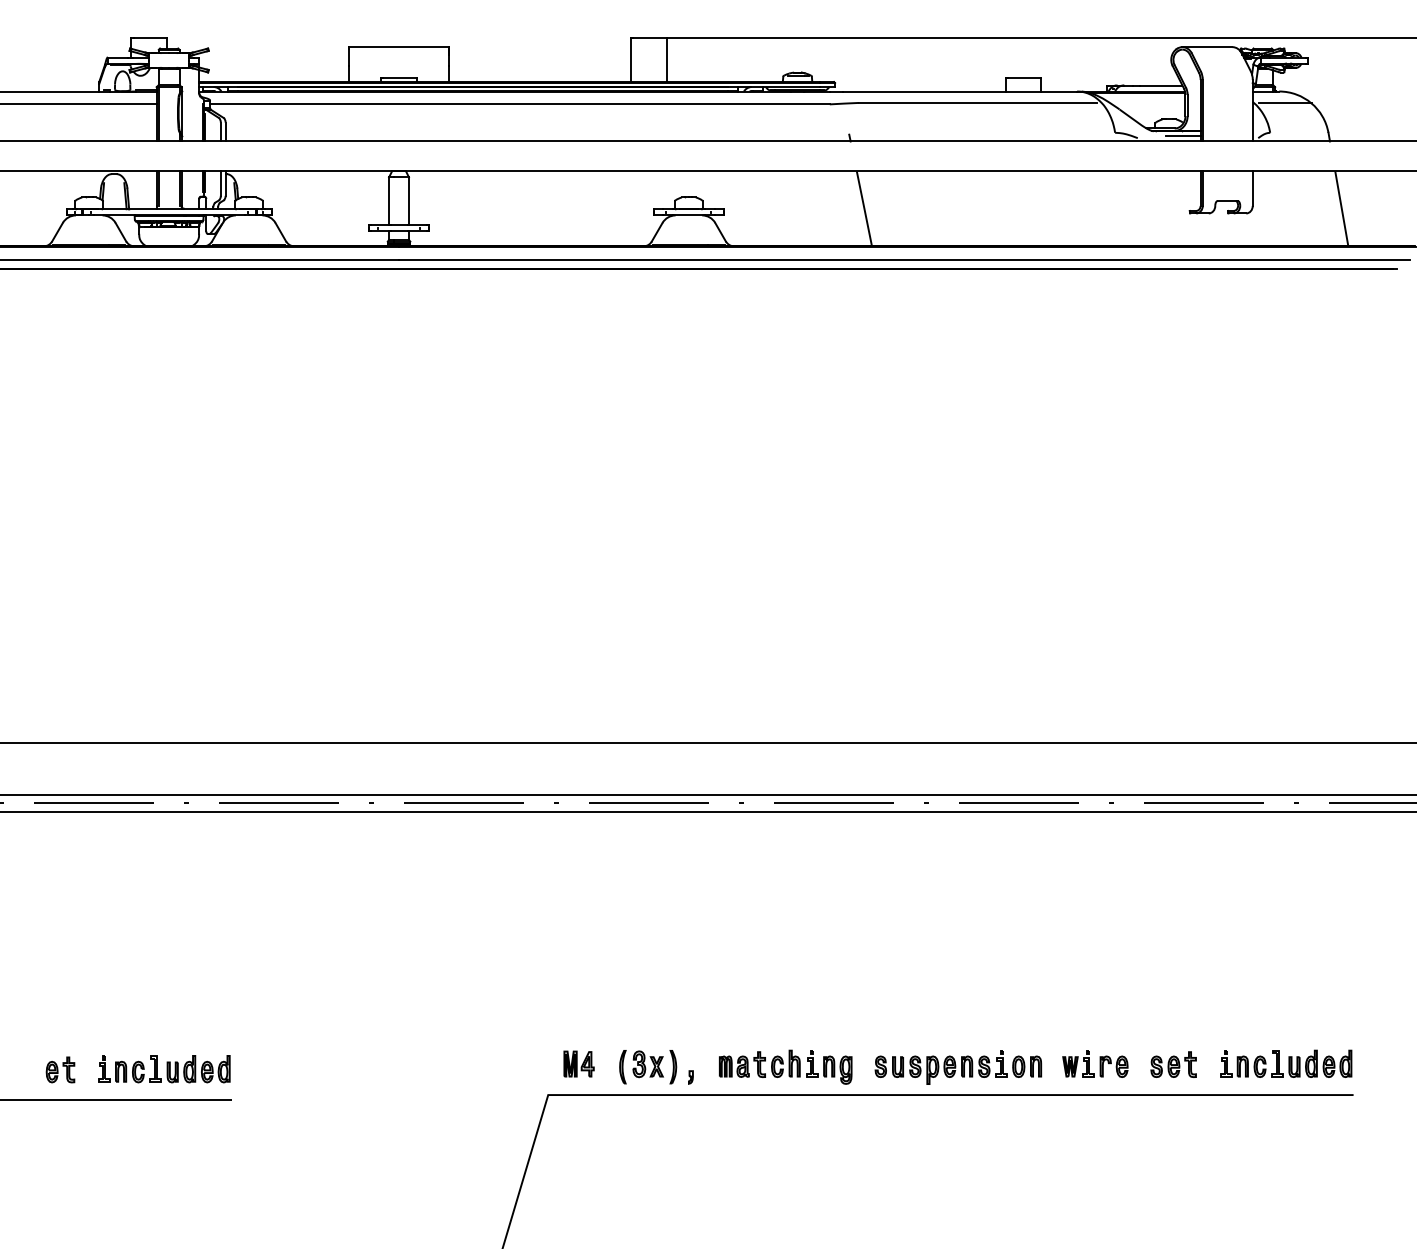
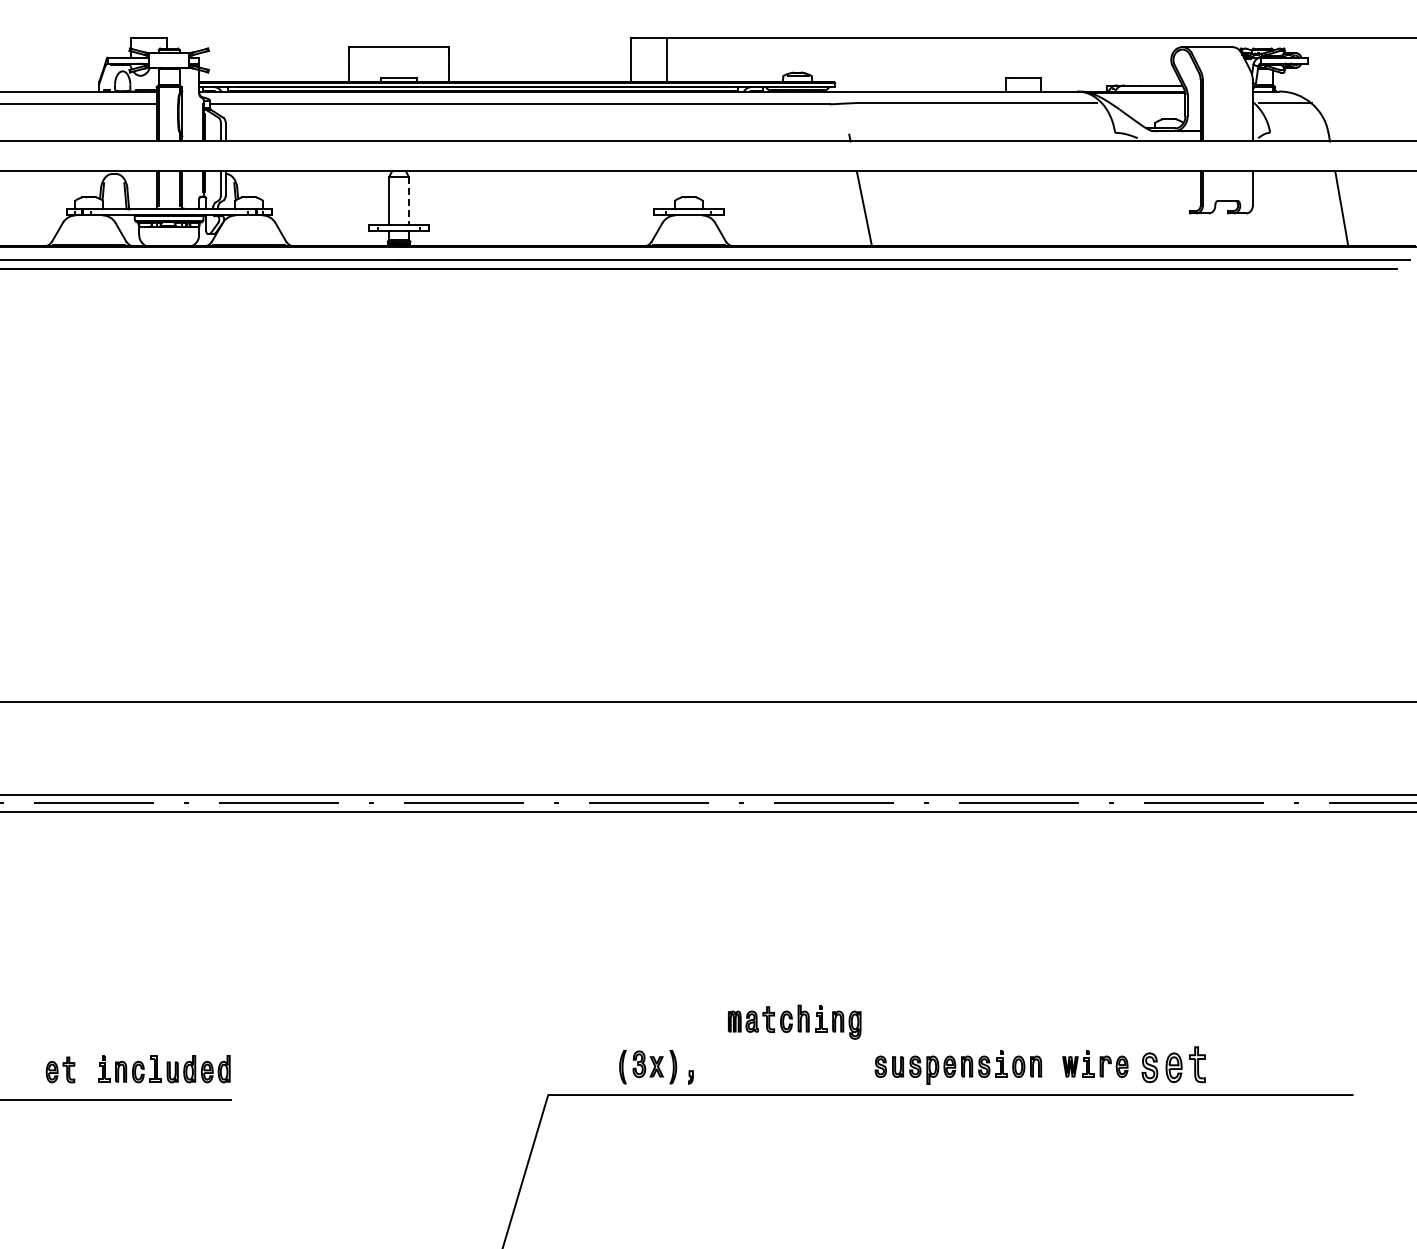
line at (1182, 136): present -> none
line at (409, 201): solid -> dashed
line at (707, 743) position: (707, 743) -> (707, 702)
part at (578, 1063): present -> none
part at (1286, 1063): present -> none
part at (1173, 1064) size: 47x27 px -> 65x38 px
part at (785, 1066) position: (785, 1066) -> (794, 1021)
